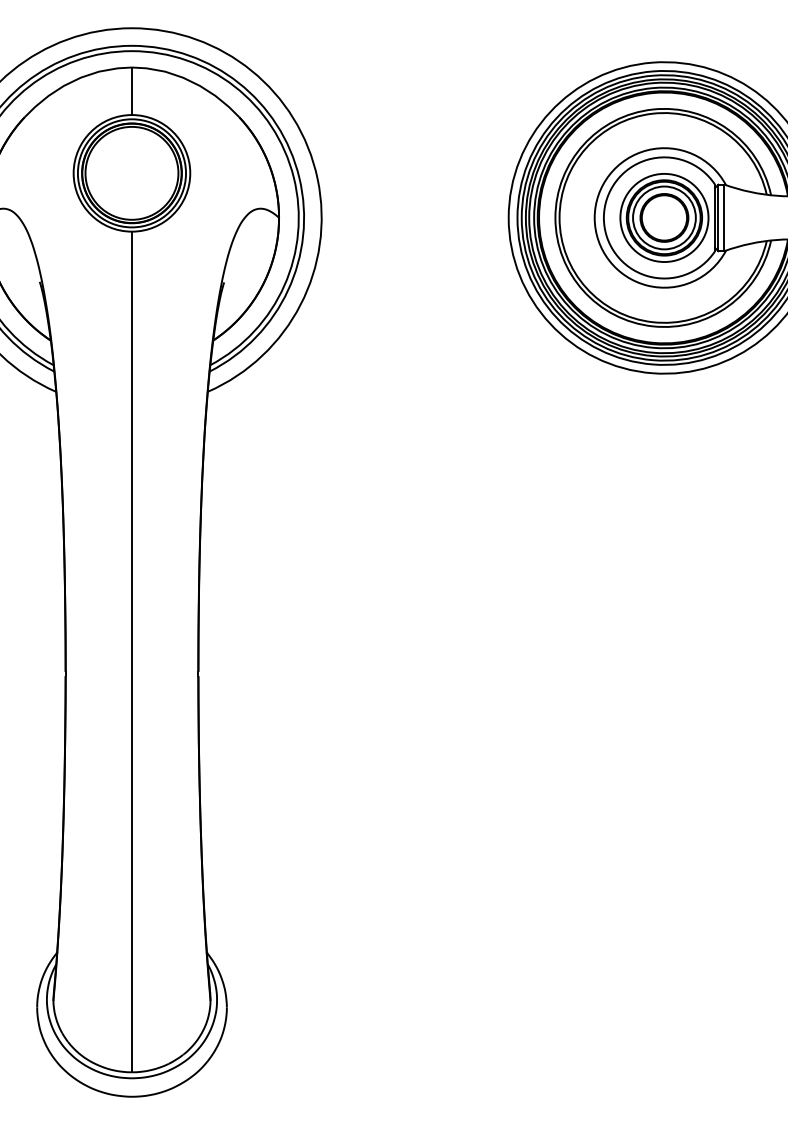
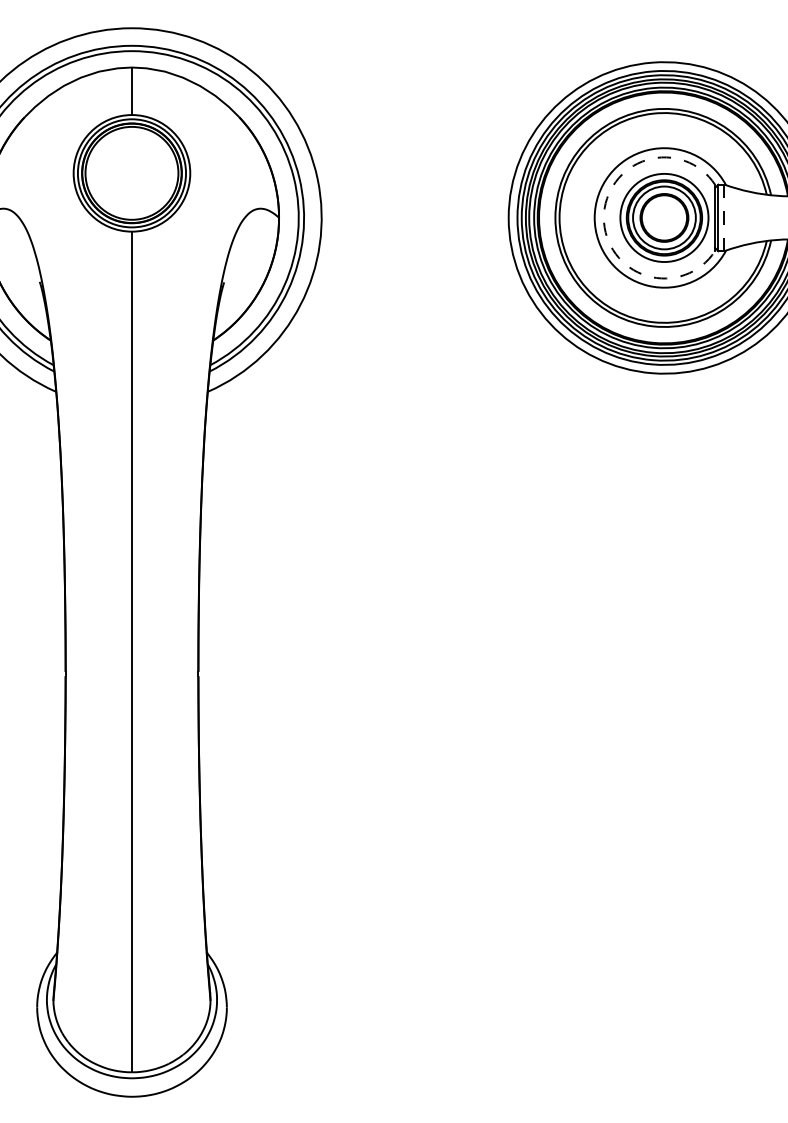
arc at (603, 217): solid -> dashed
line at (724, 217): solid -> dashed
